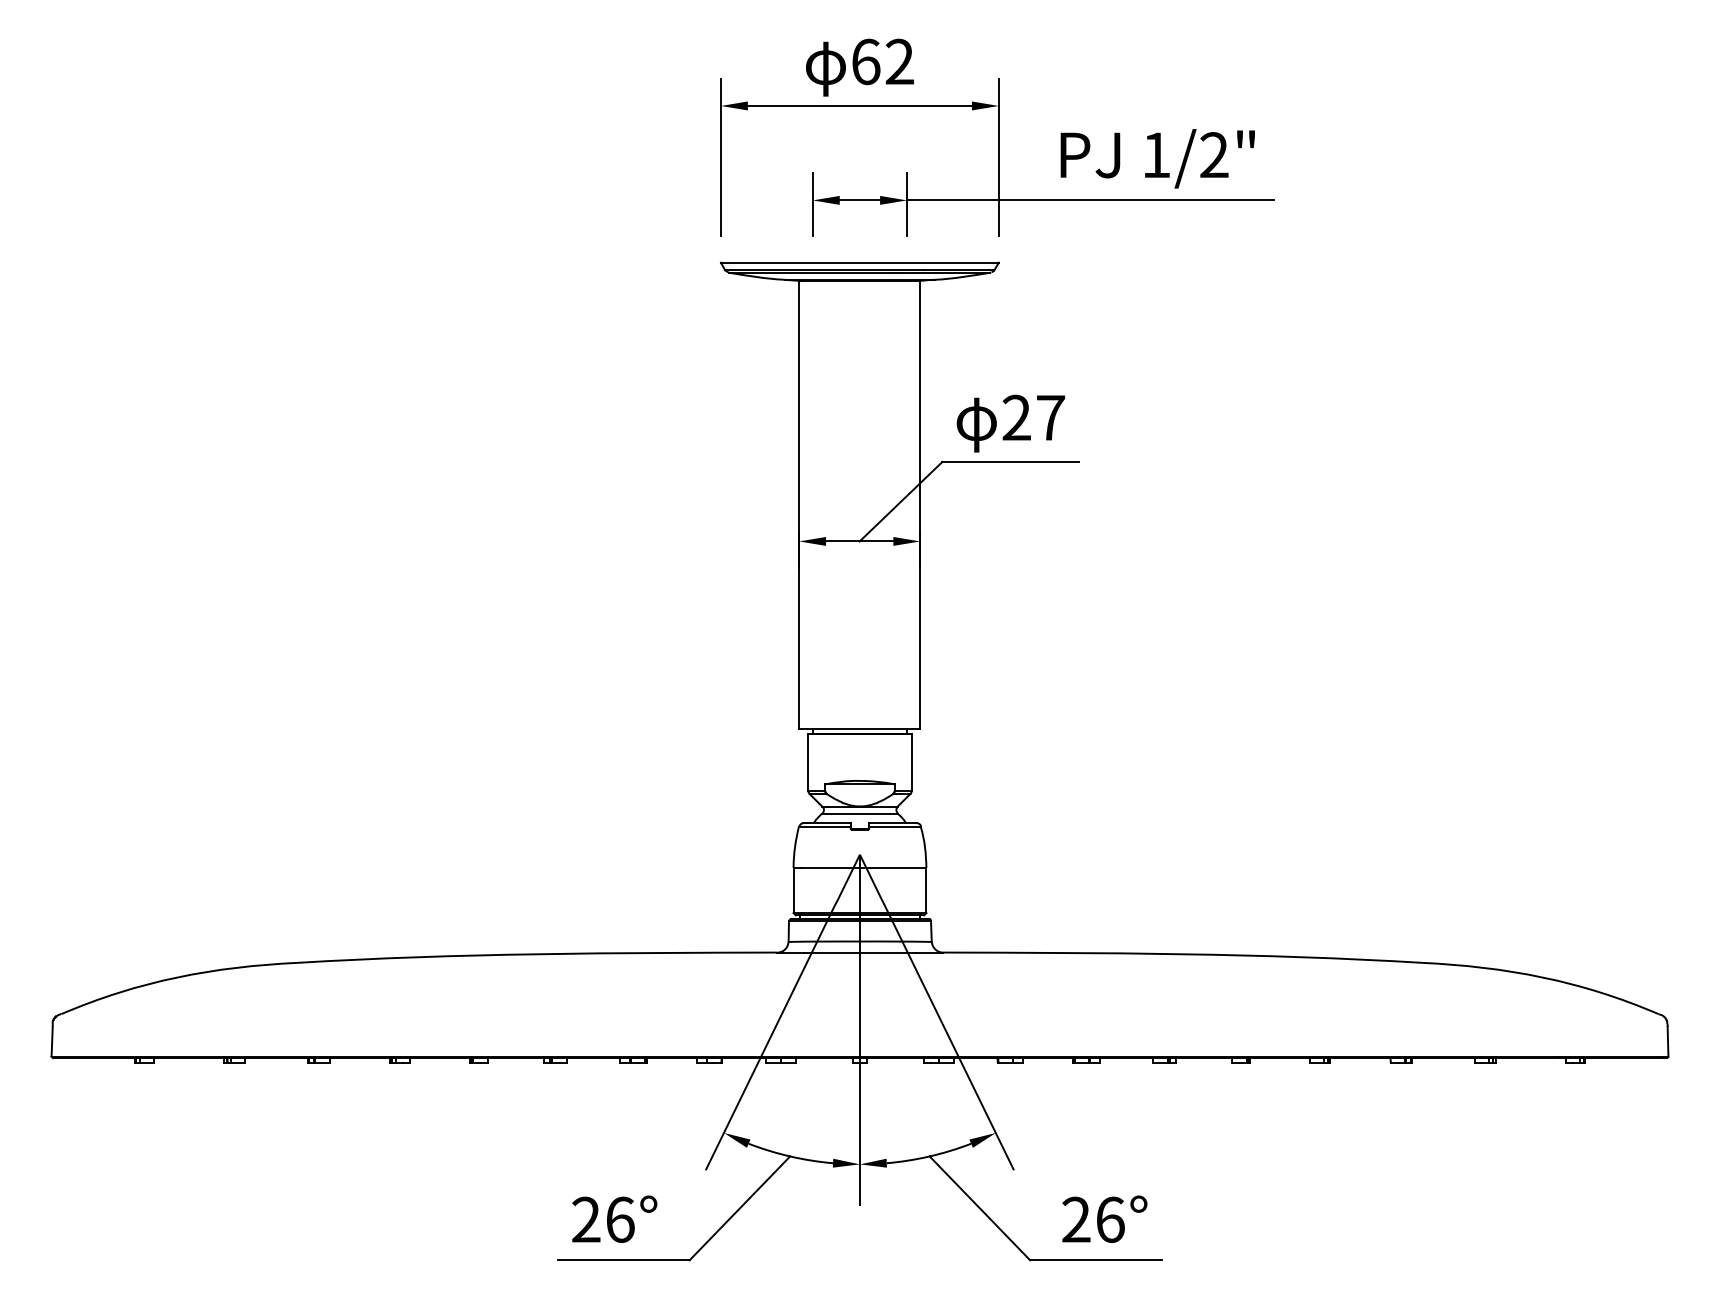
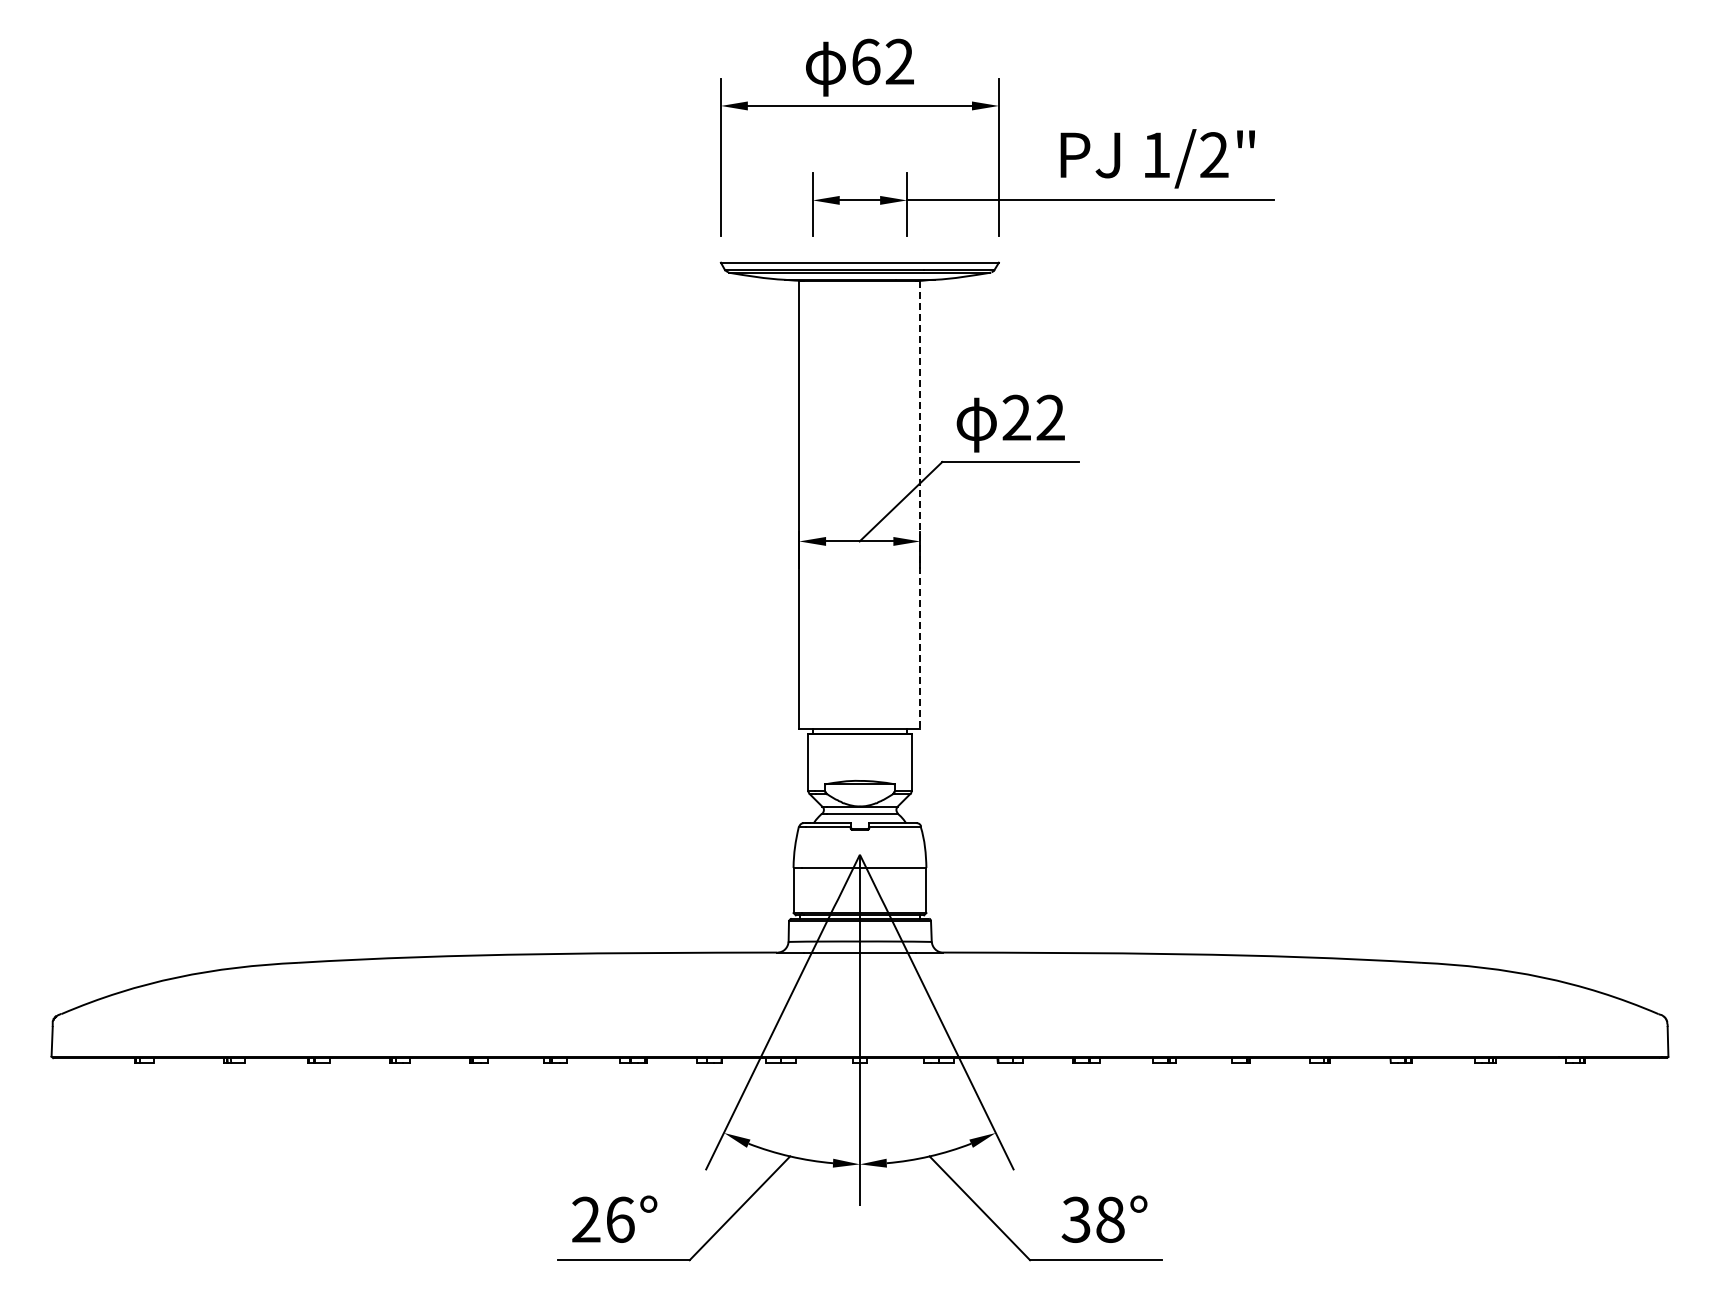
text at (1050, 417): 27 -> 22
line at (920, 505): solid -> dashed
text at (1092, 1219): 26° -> 38°
